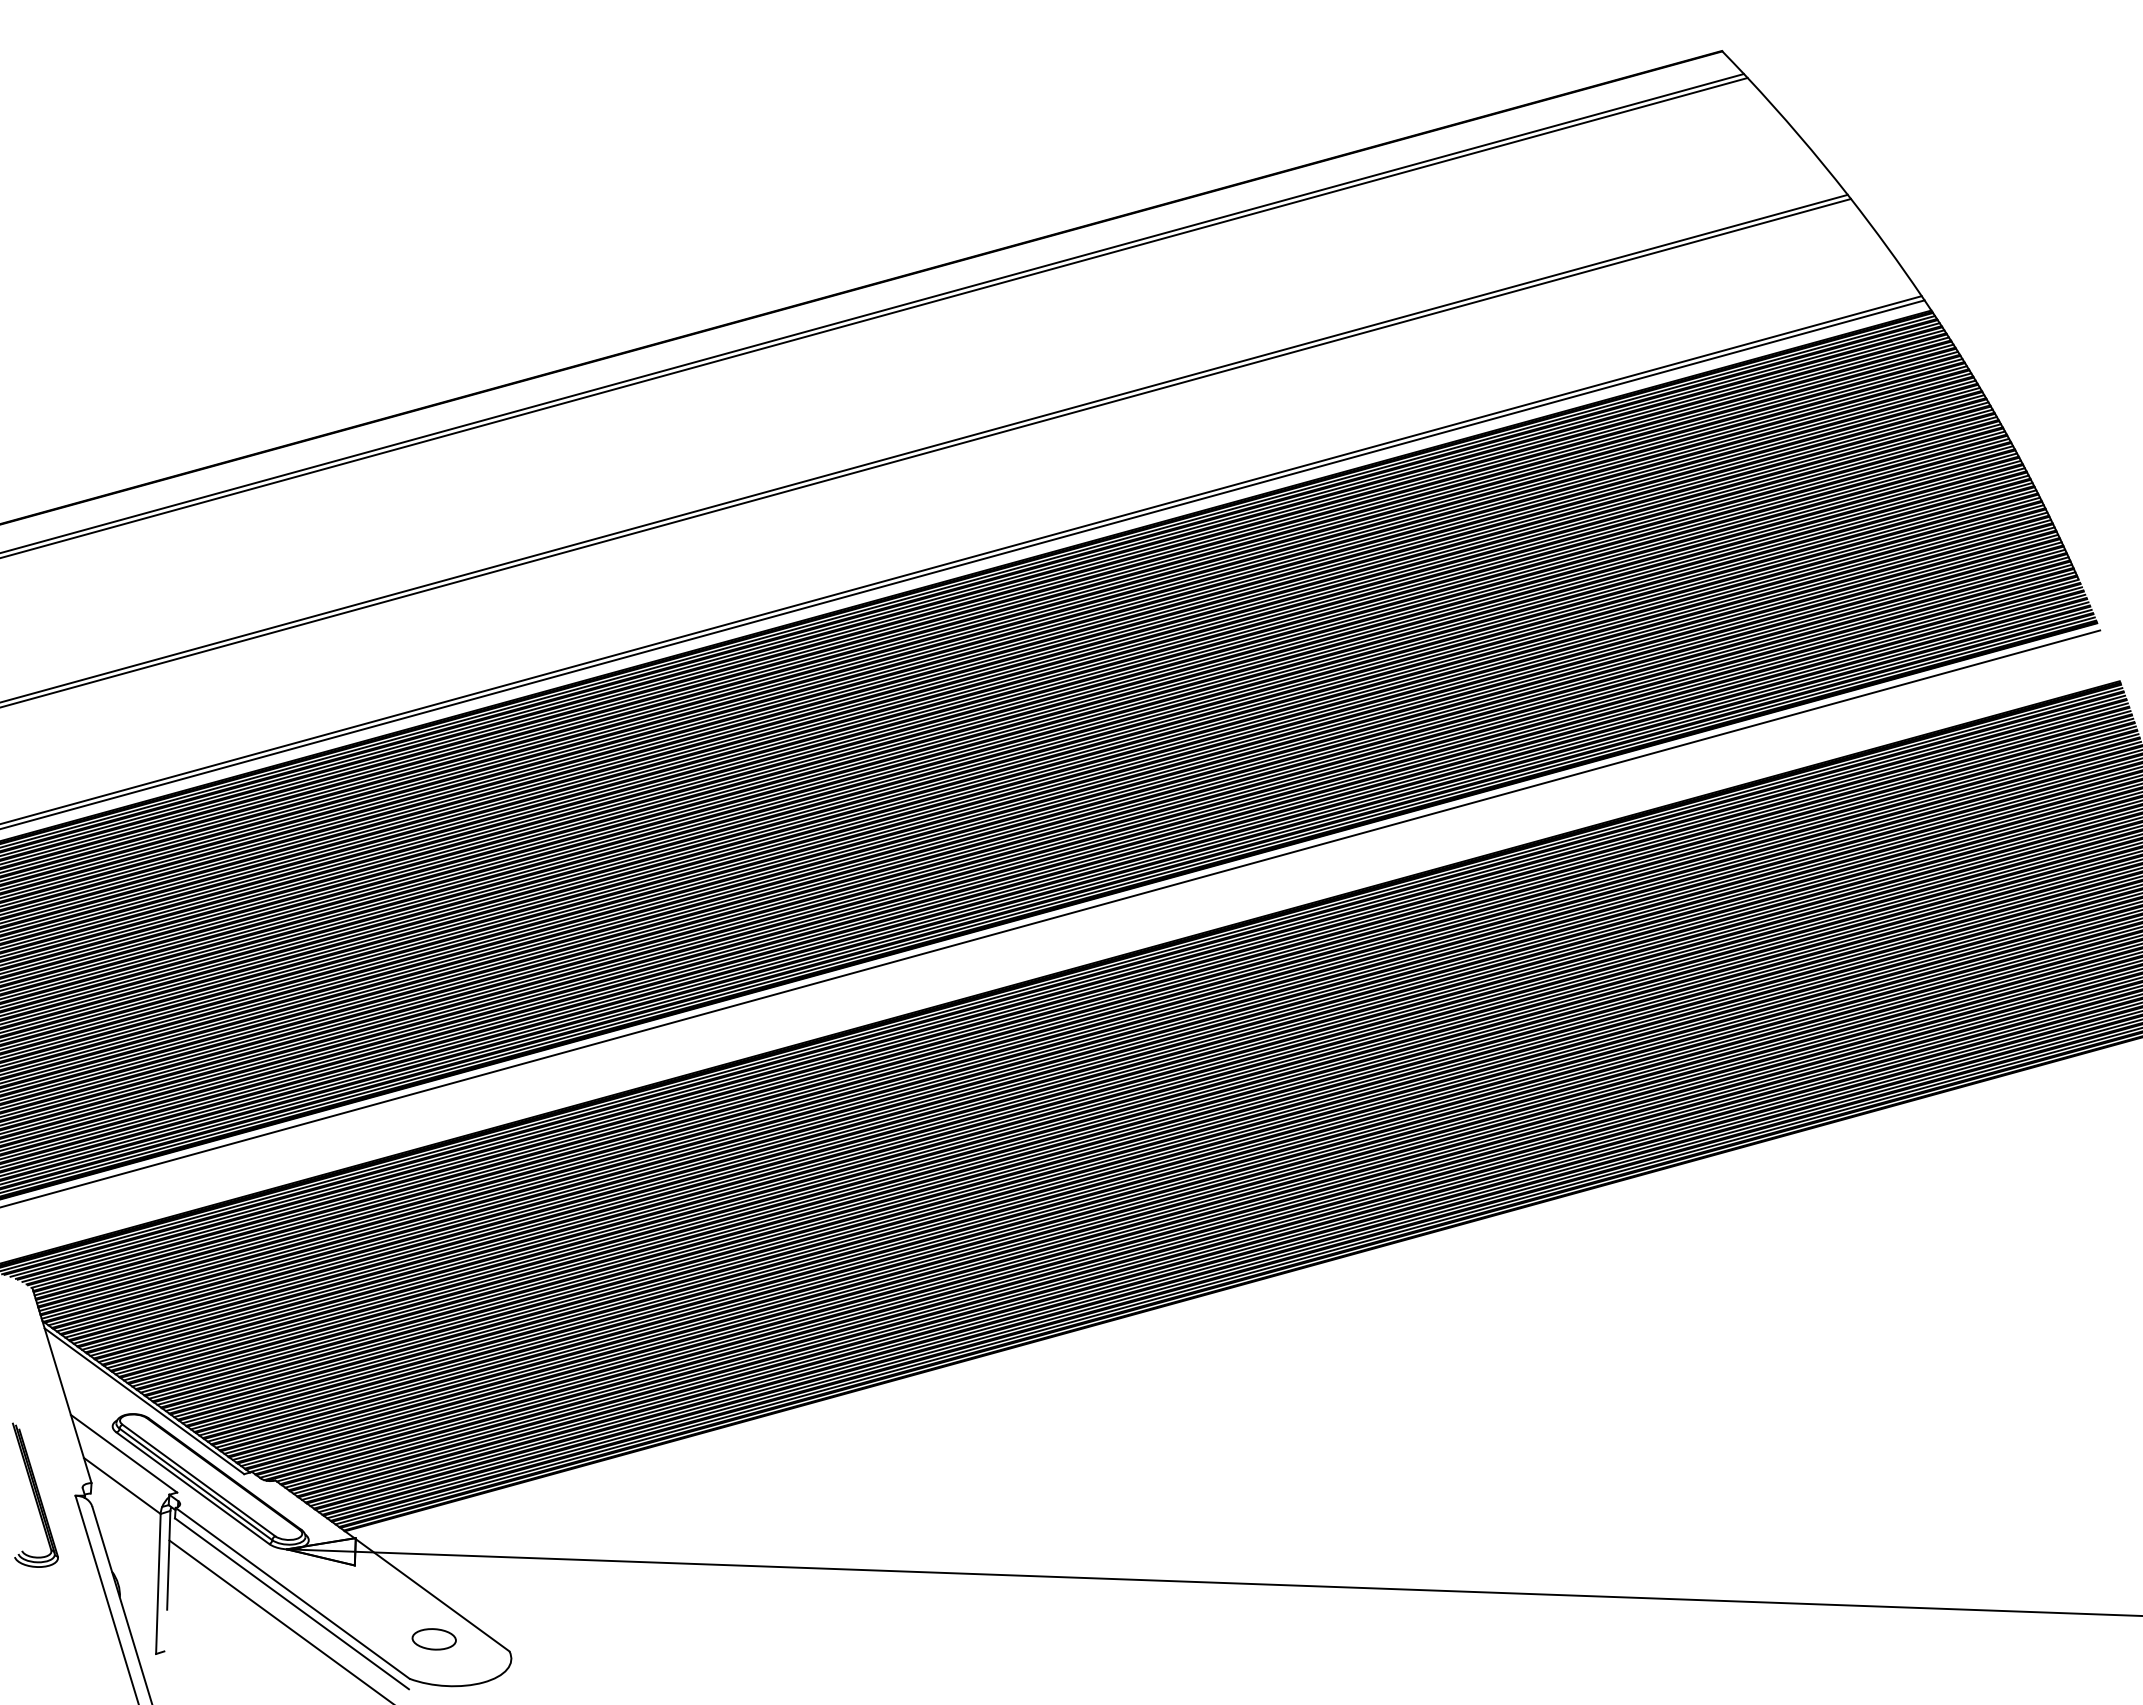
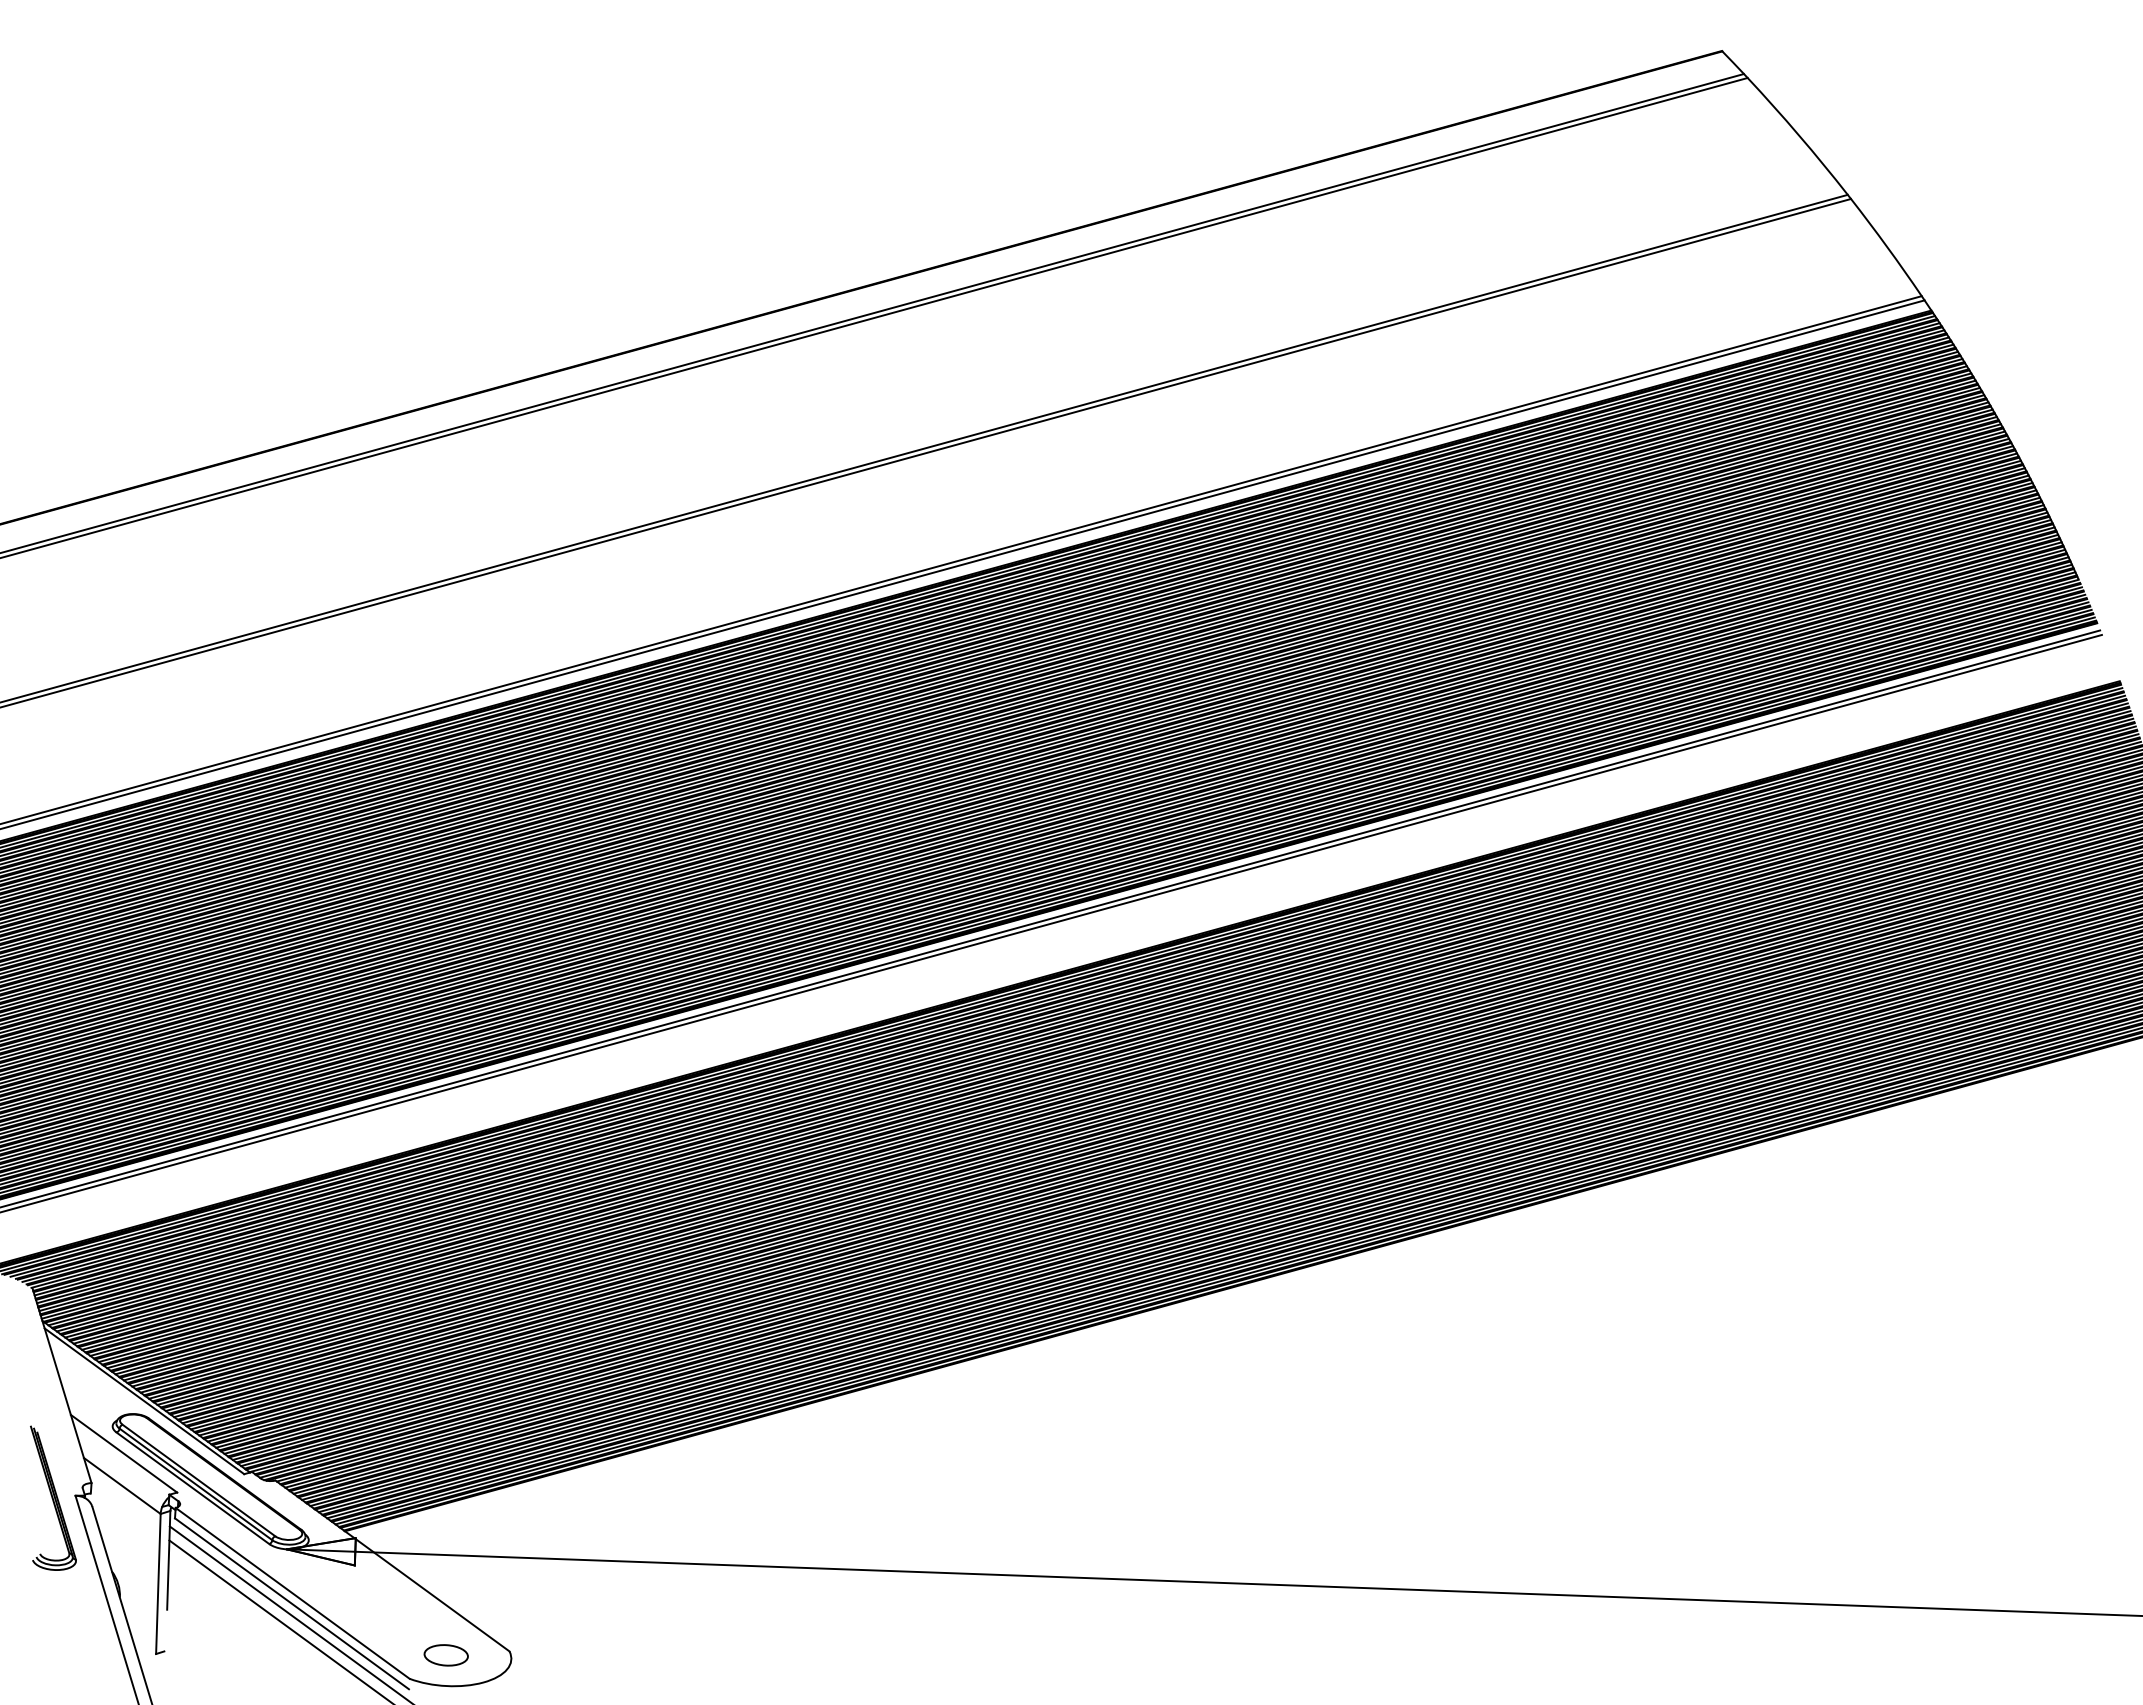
line at (1051, 922): none -> present
part at (35, 1494) position: (35, 1494) -> (53, 1497)
line at (289, 1613): none -> present
part at (433, 1639) position: (433, 1639) -> (445, 1655)
